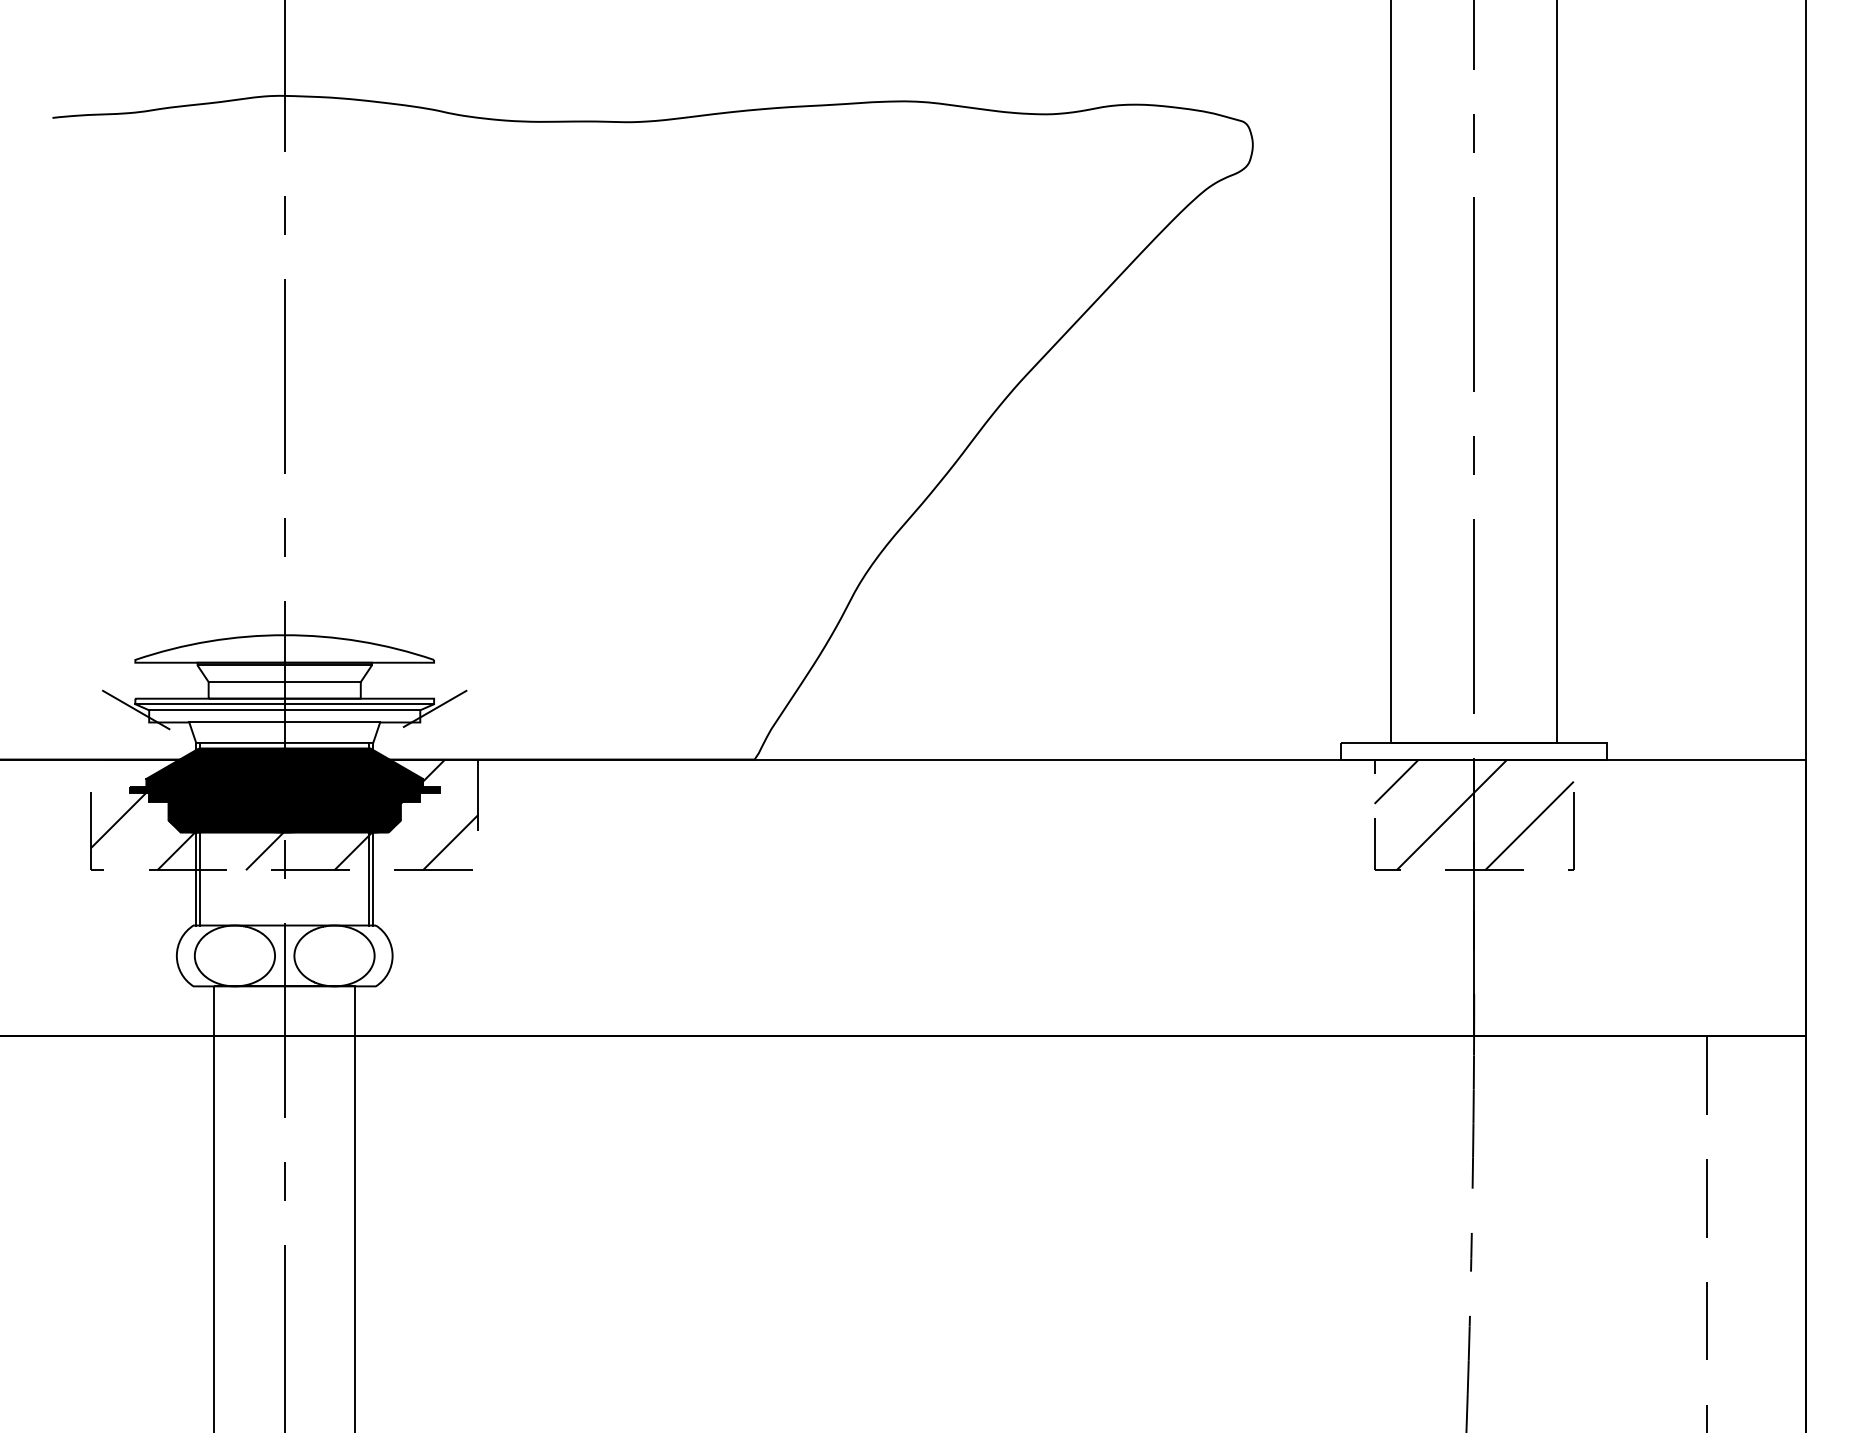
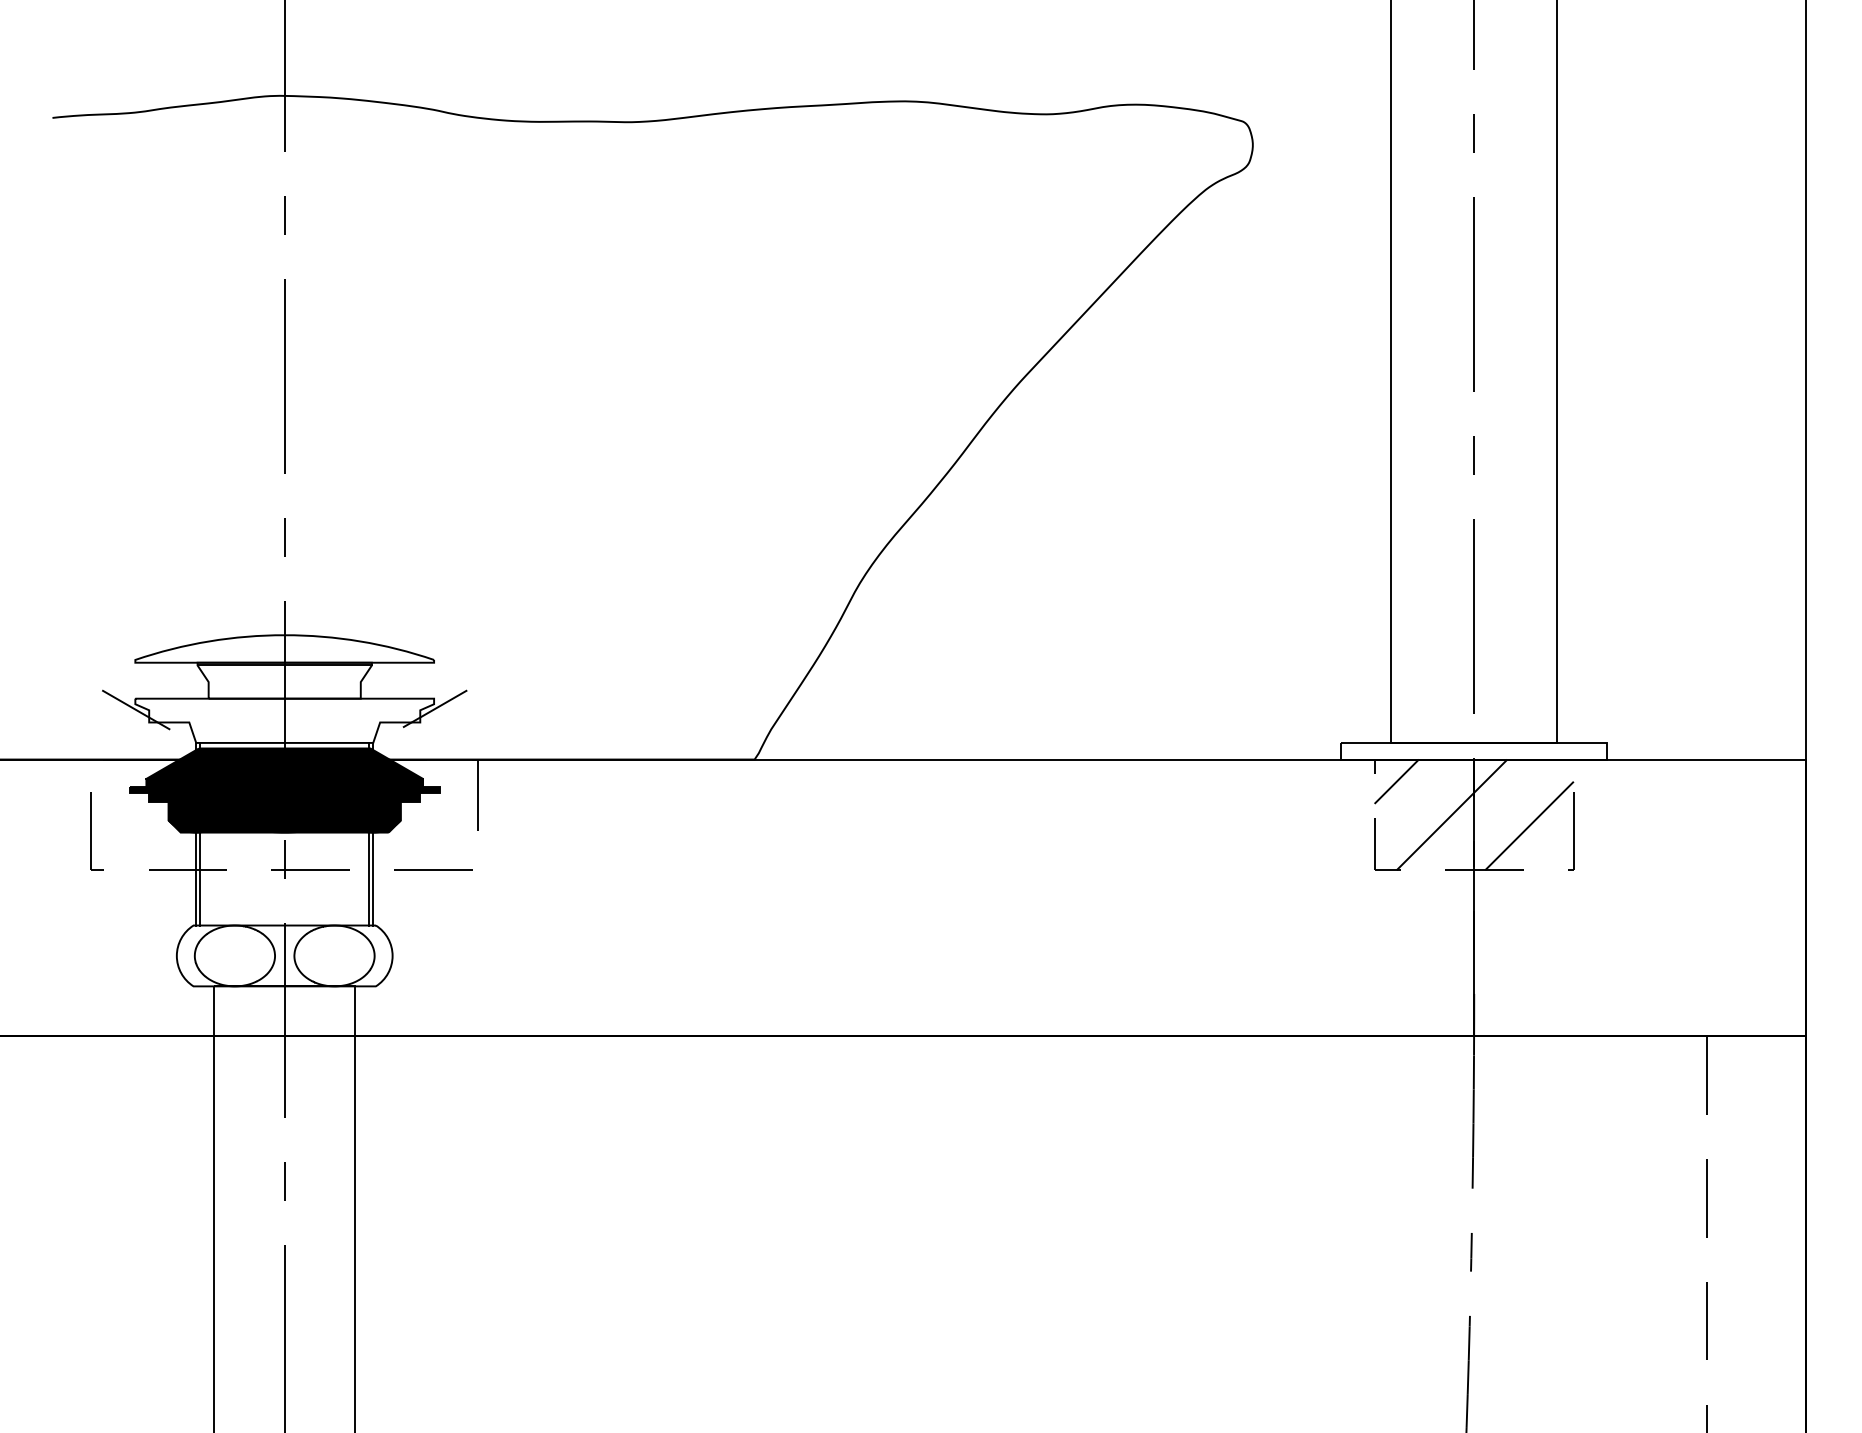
line at (284, 682): present -> none
line at (284, 704): present -> none
line at (284, 710): present -> none
line at (284, 722): present -> none
hatch at (284, 814): present -> none
